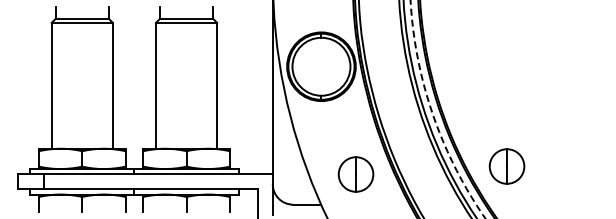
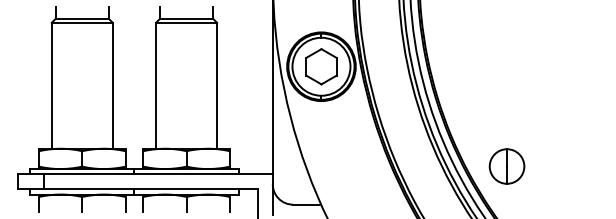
part at (321, 66): none -> present
arc at (432, 114): dashed -> solid
part at (355, 174): present -> none
